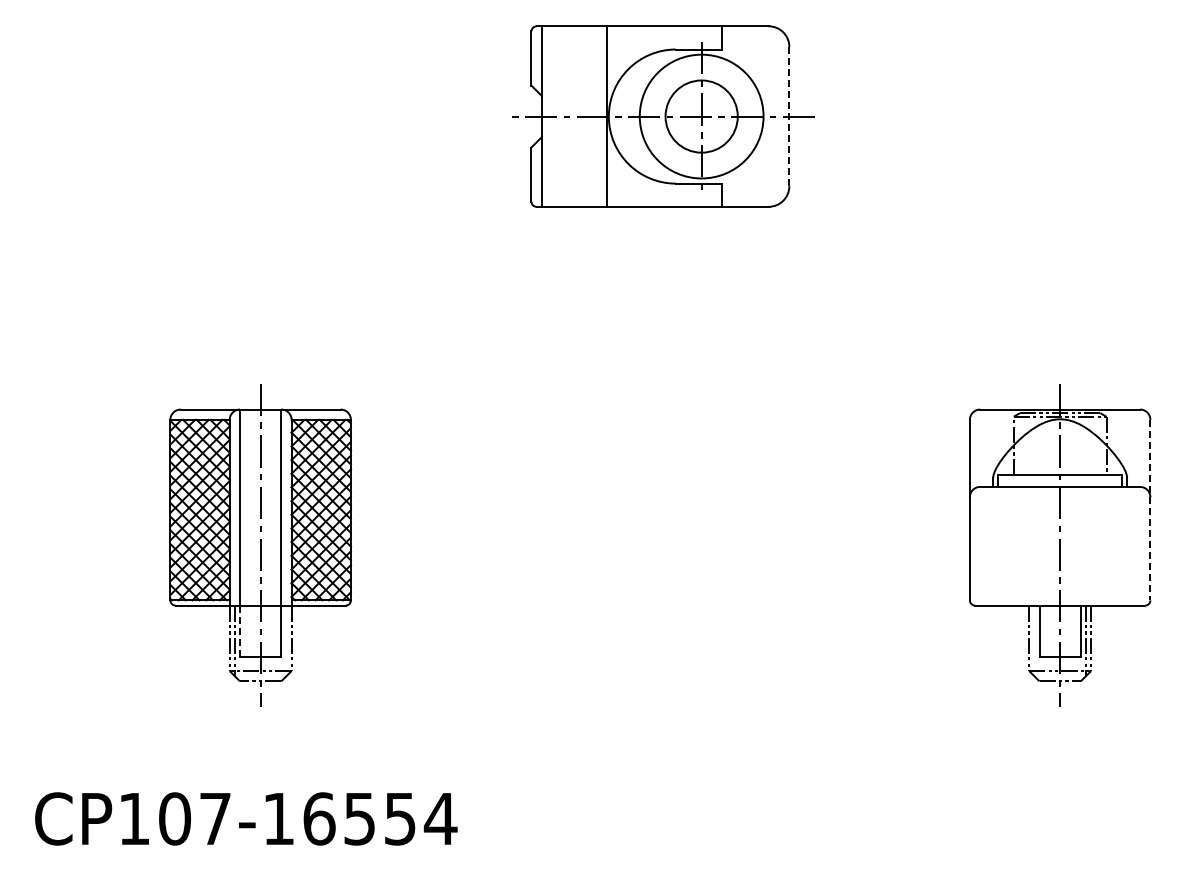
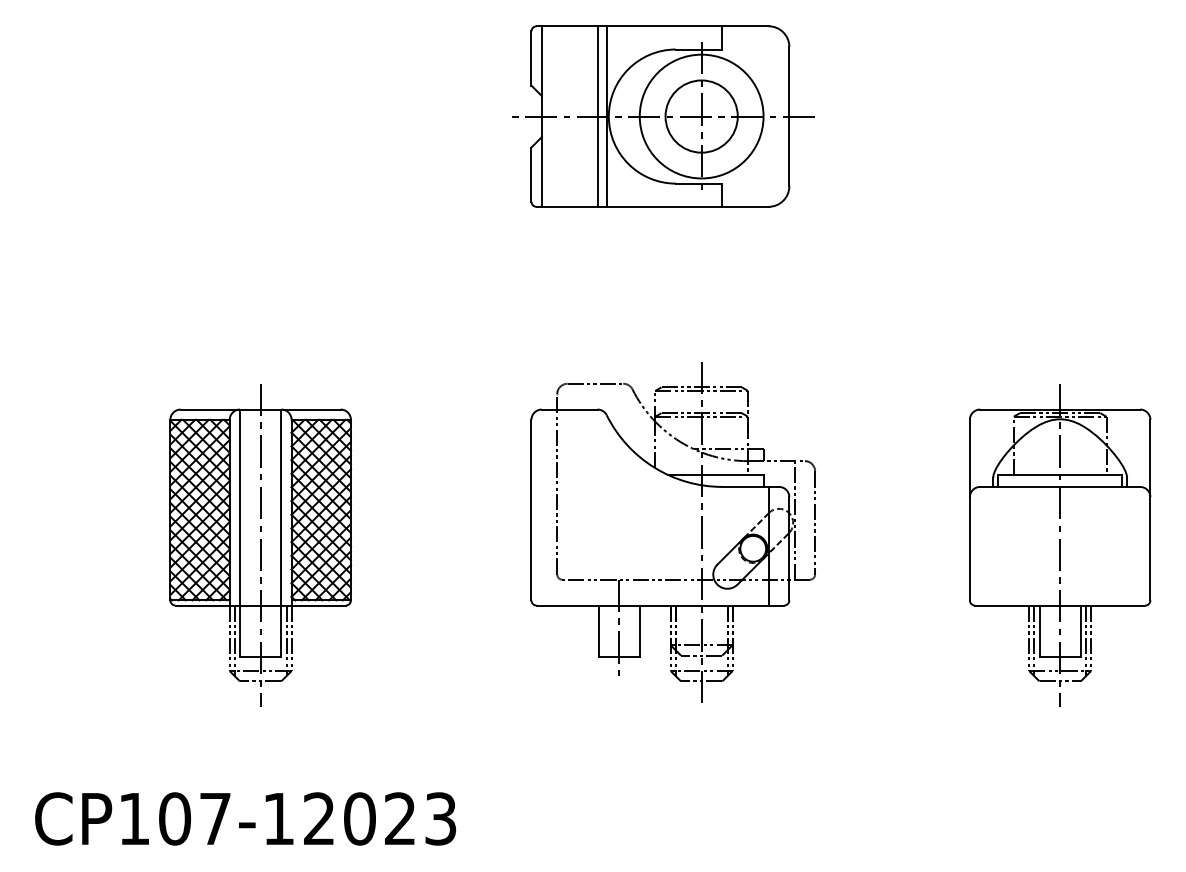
line at (597, 116): none -> present
line at (789, 116): dashed -> solid
line at (1150, 510): dashed -> solid
part at (672, 532): none -> present
line at (240, 631): dashed -> solid
line at (286, 640): none -> present
line at (1034, 640): none -> present
text at (380, 818): CP107-16554 -> CP107-12023
